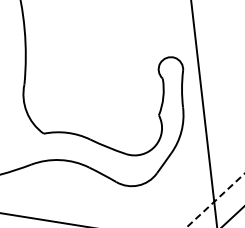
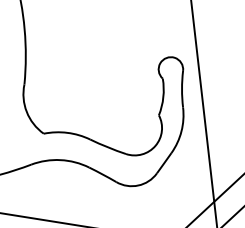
line at (215, 200): dashed -> solid
